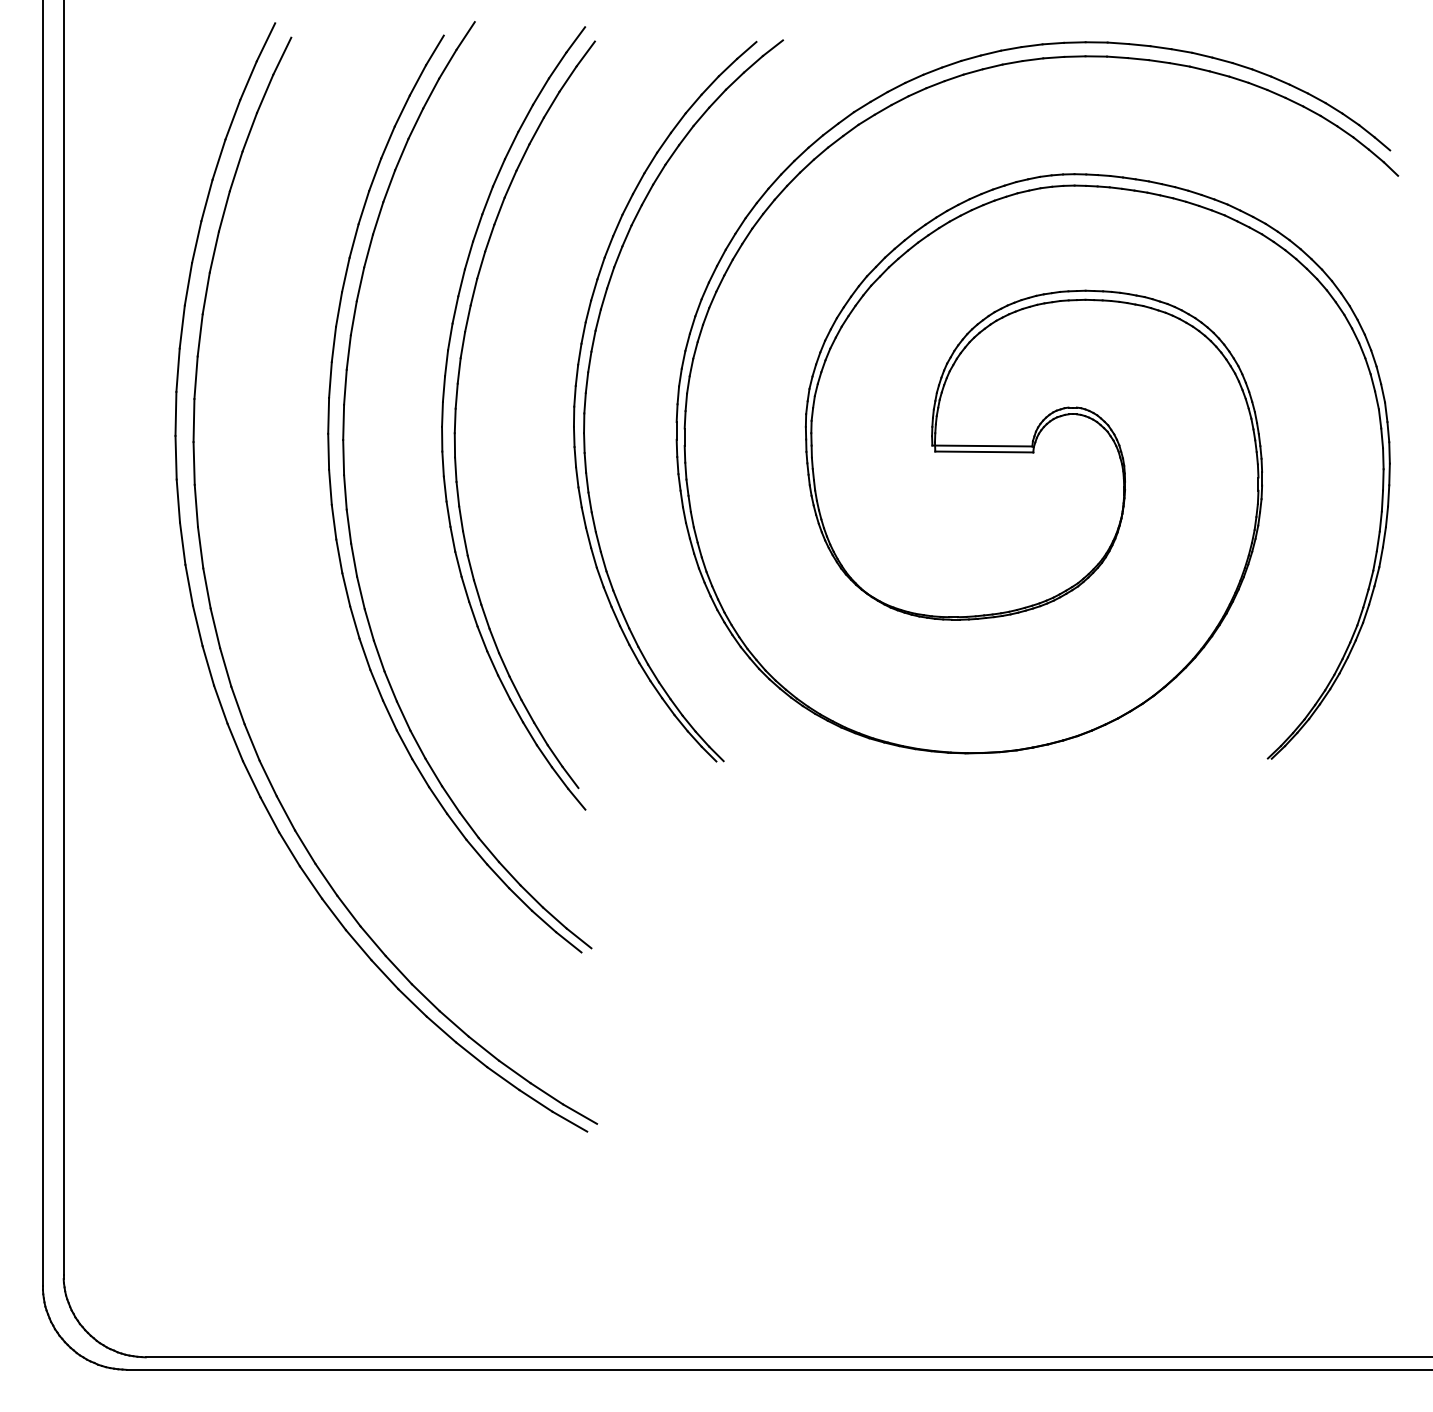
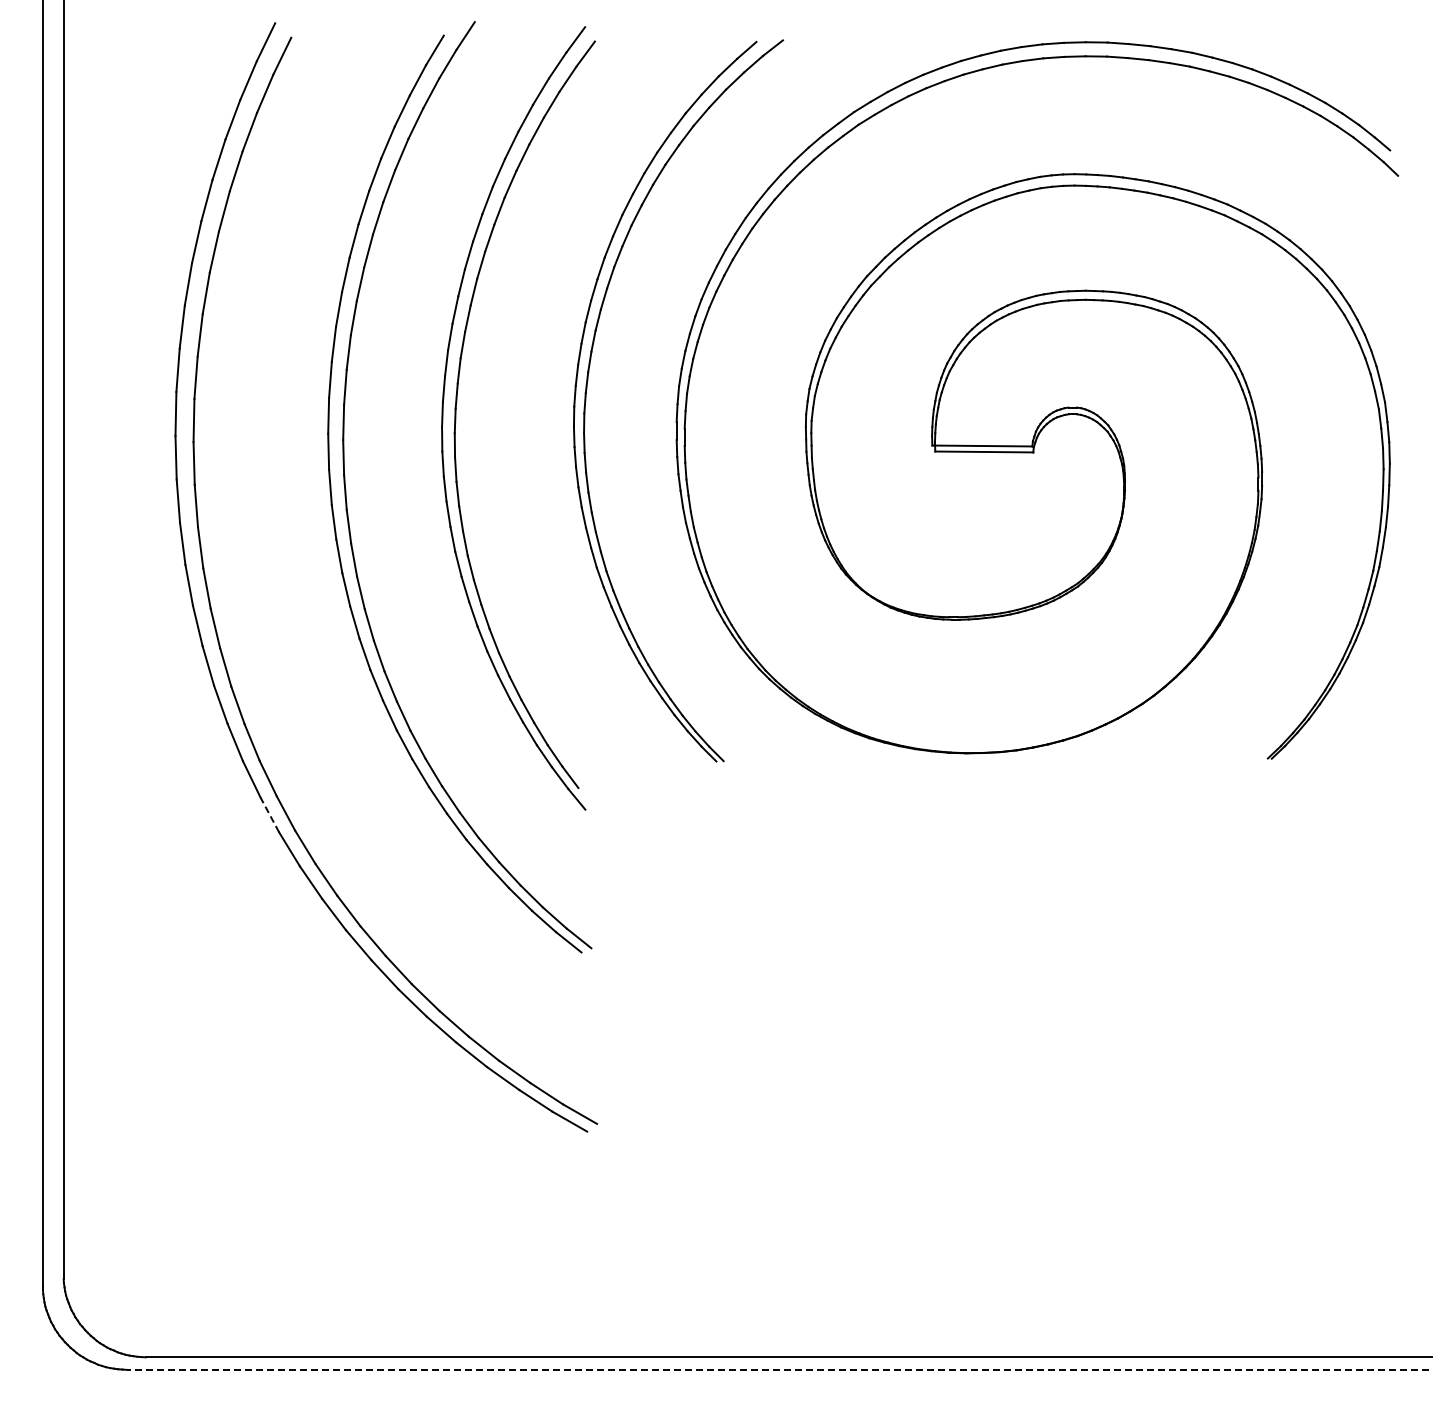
line at (269, 814): solid -> dashed
line at (779, 1369): solid -> dashed
